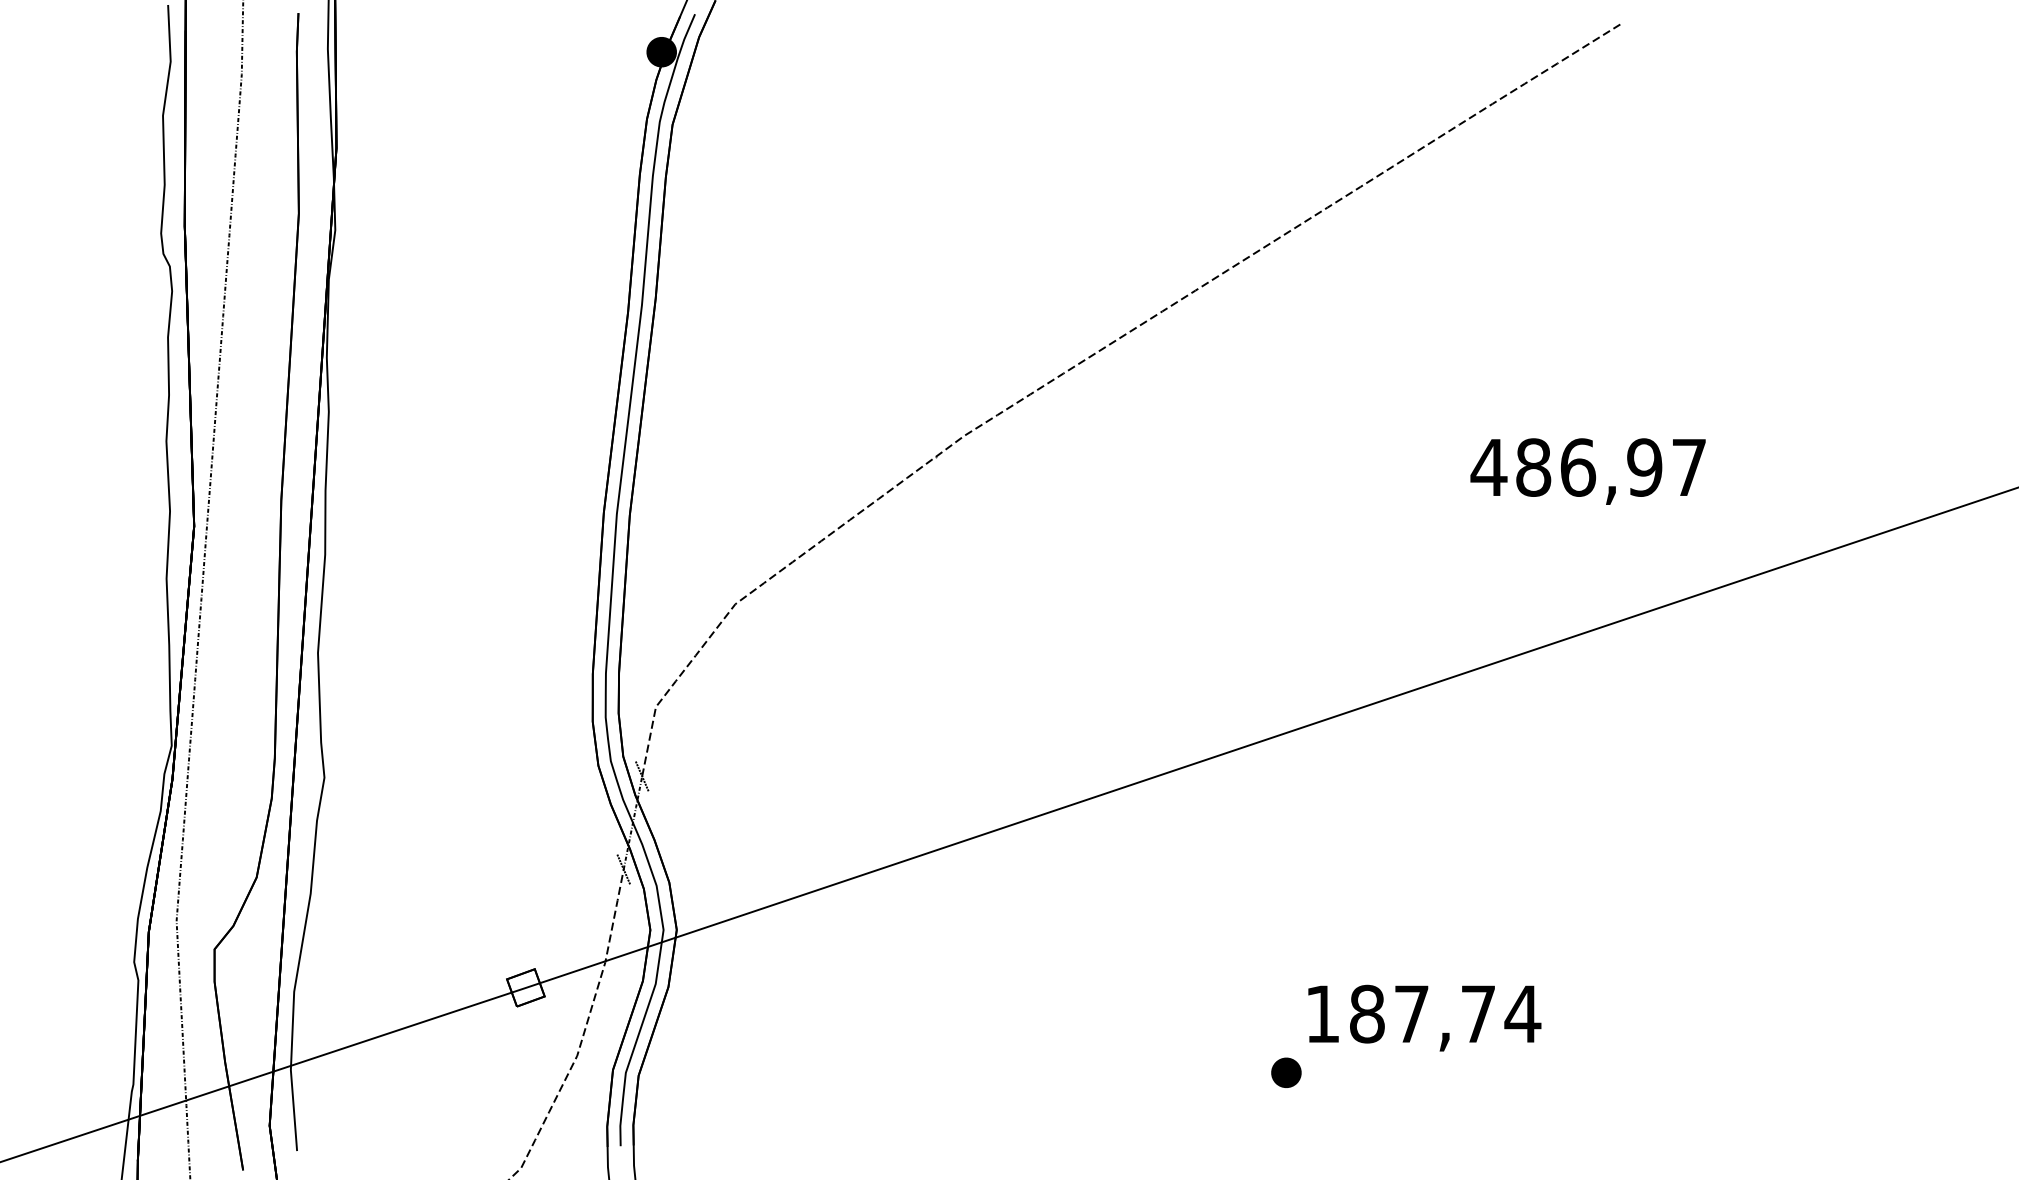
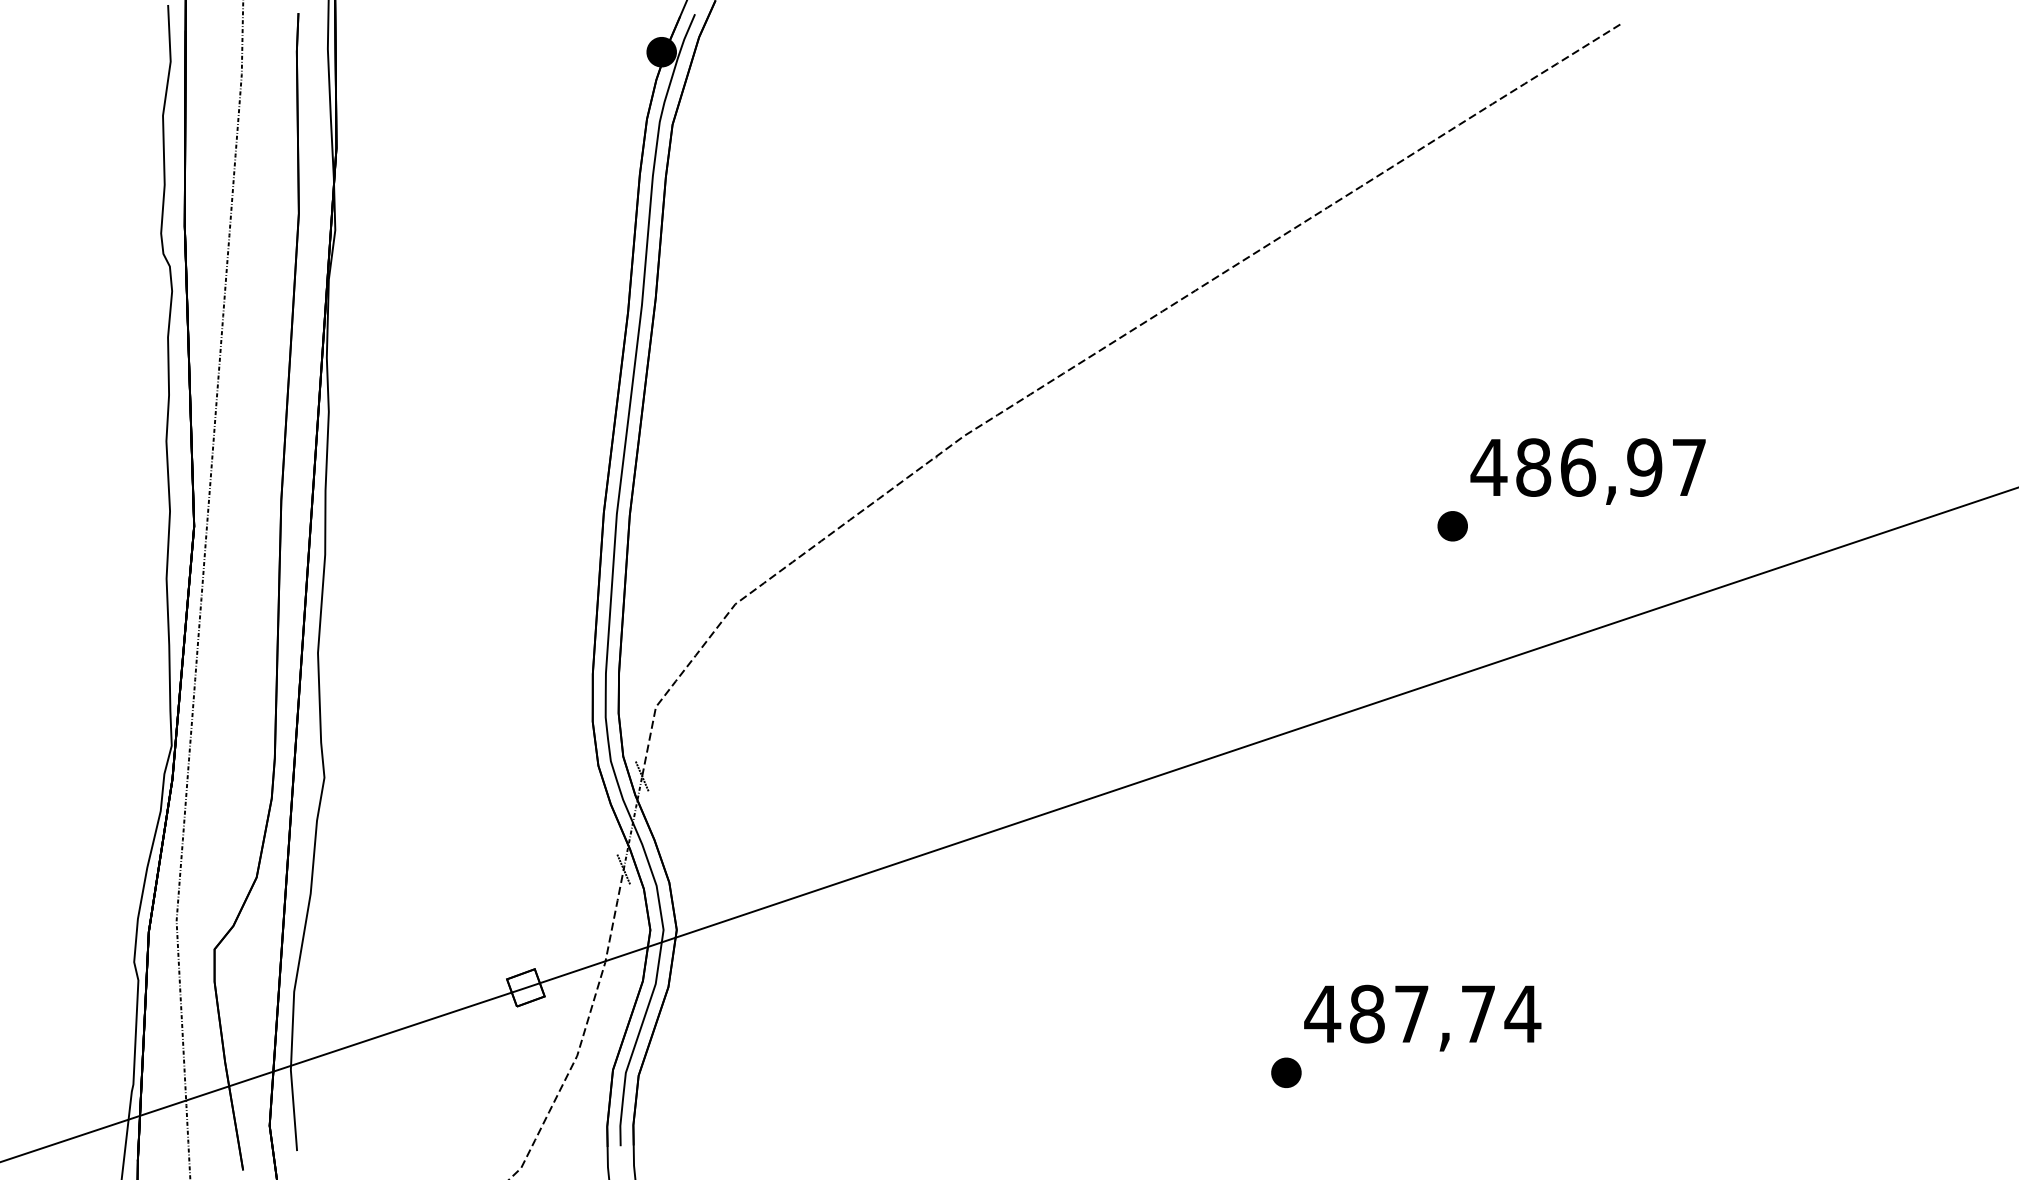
part at (1452, 526): none -> present
text at (1322, 1013): 187,74 -> 487,74
